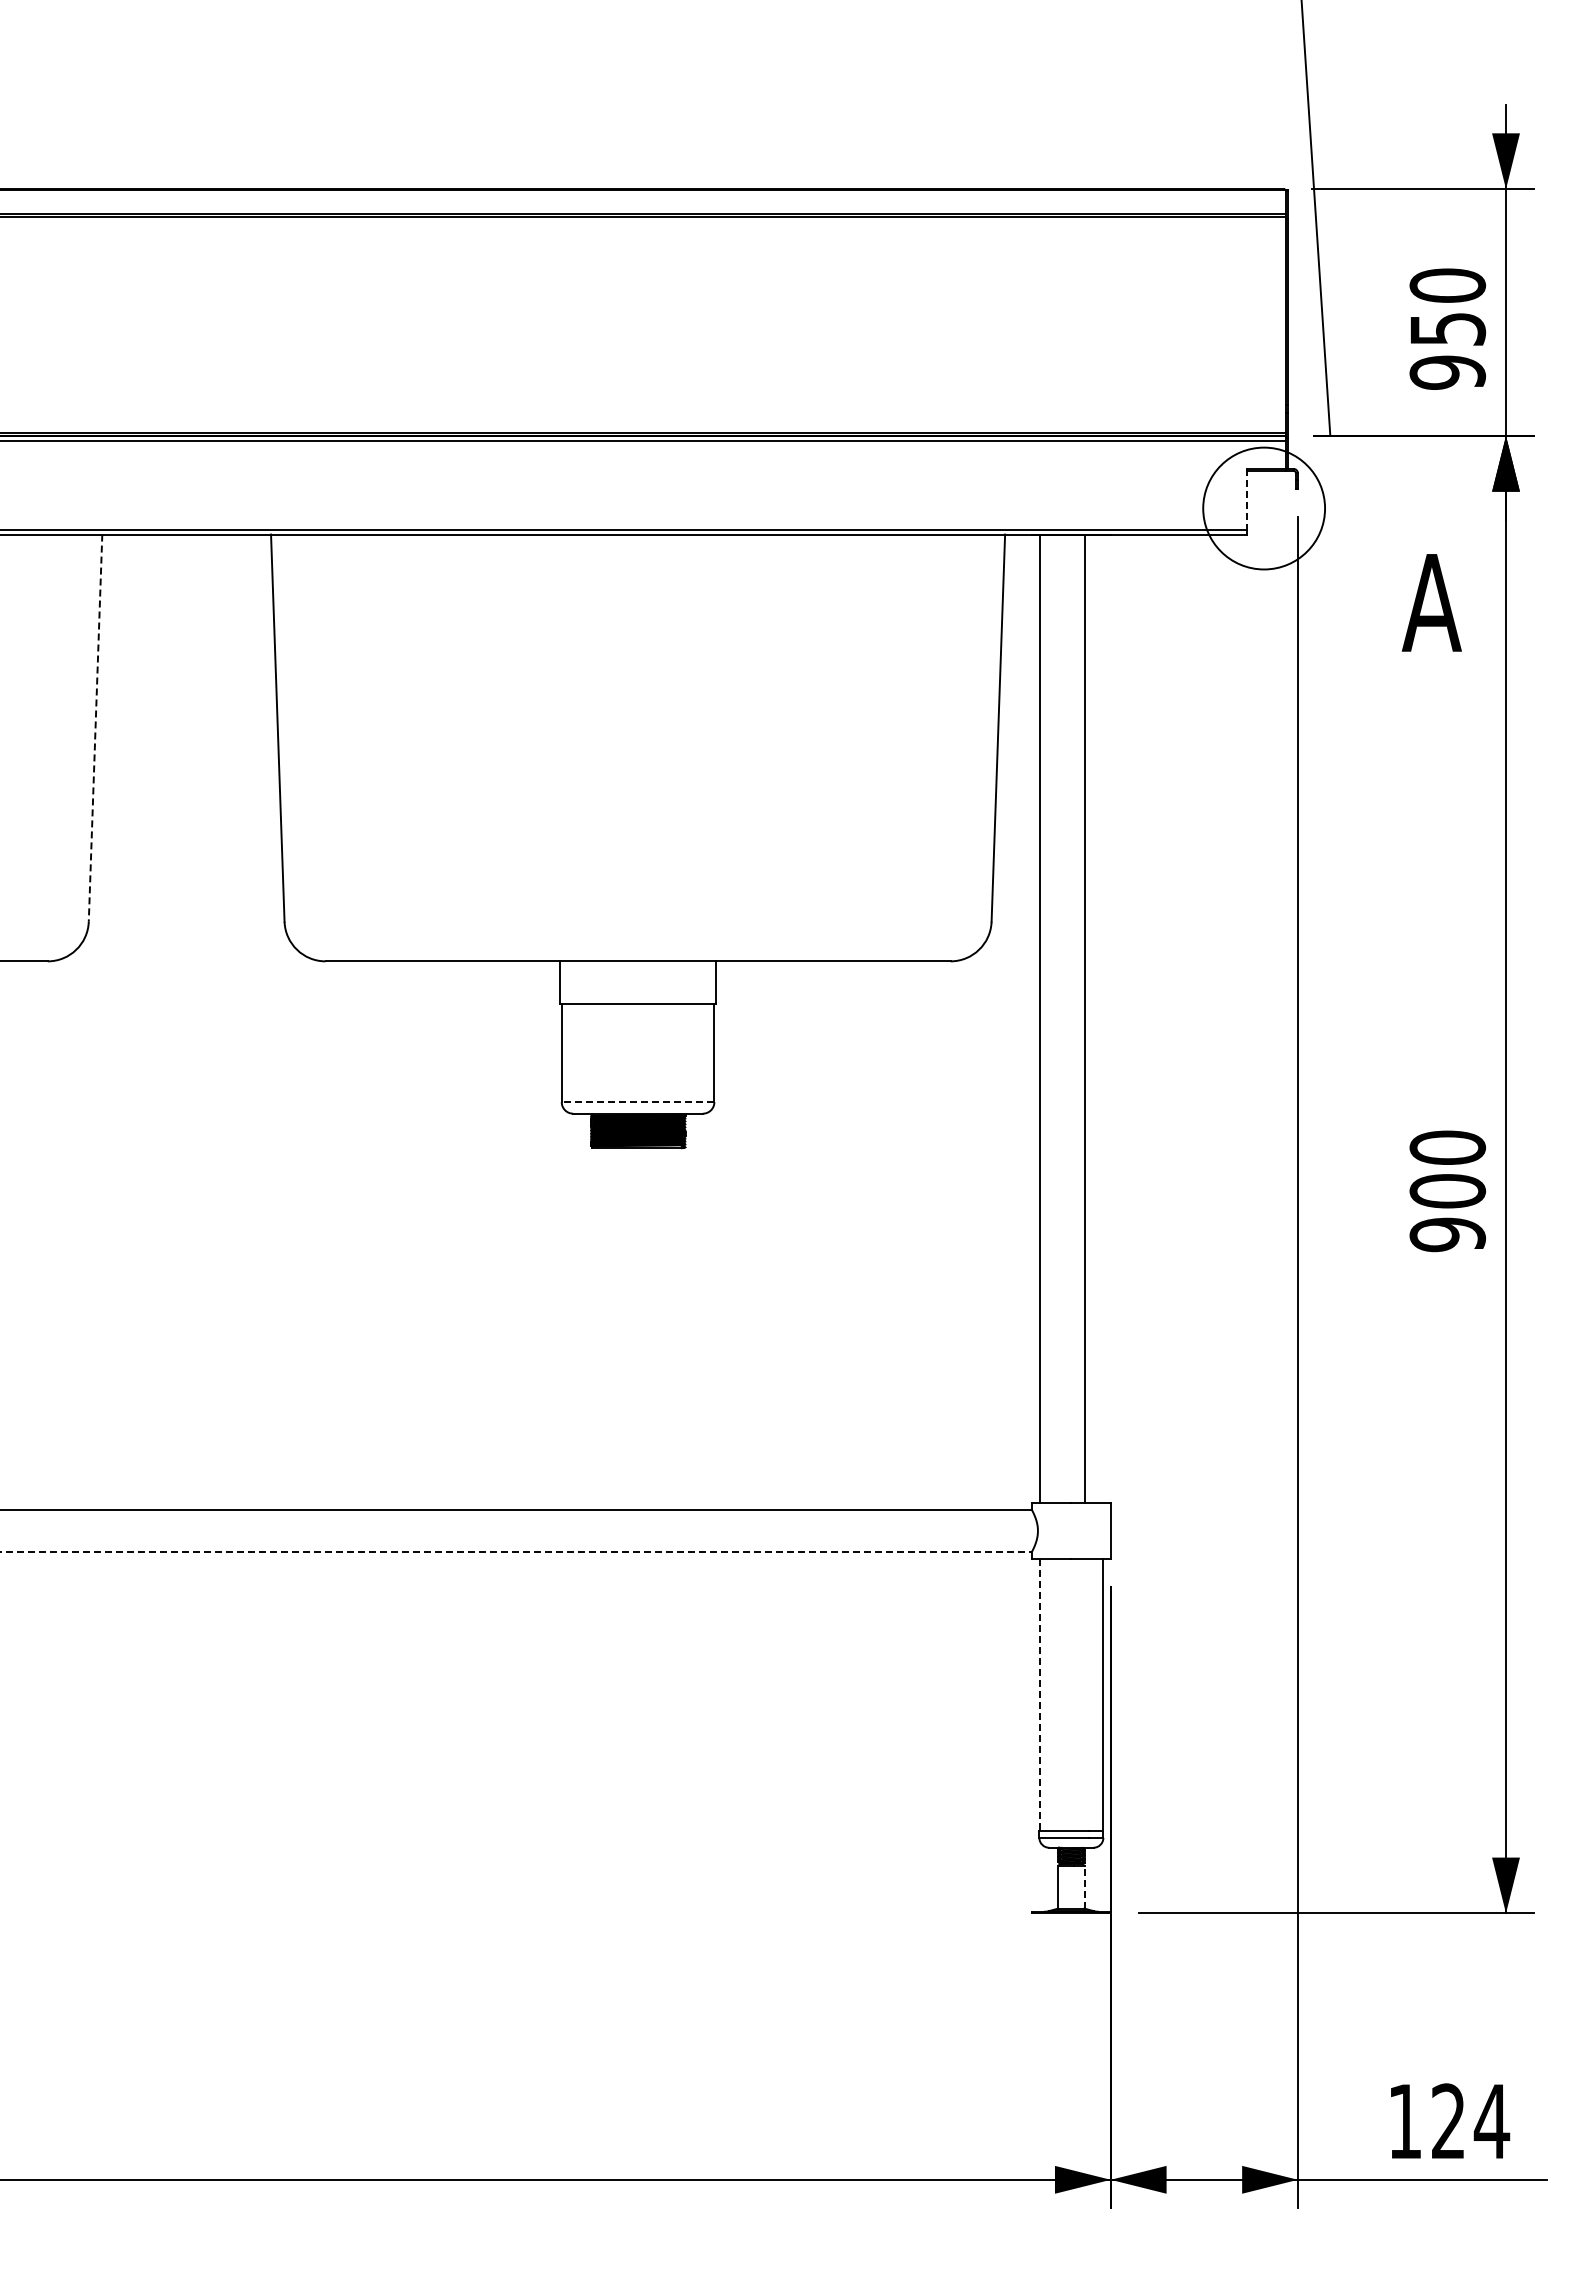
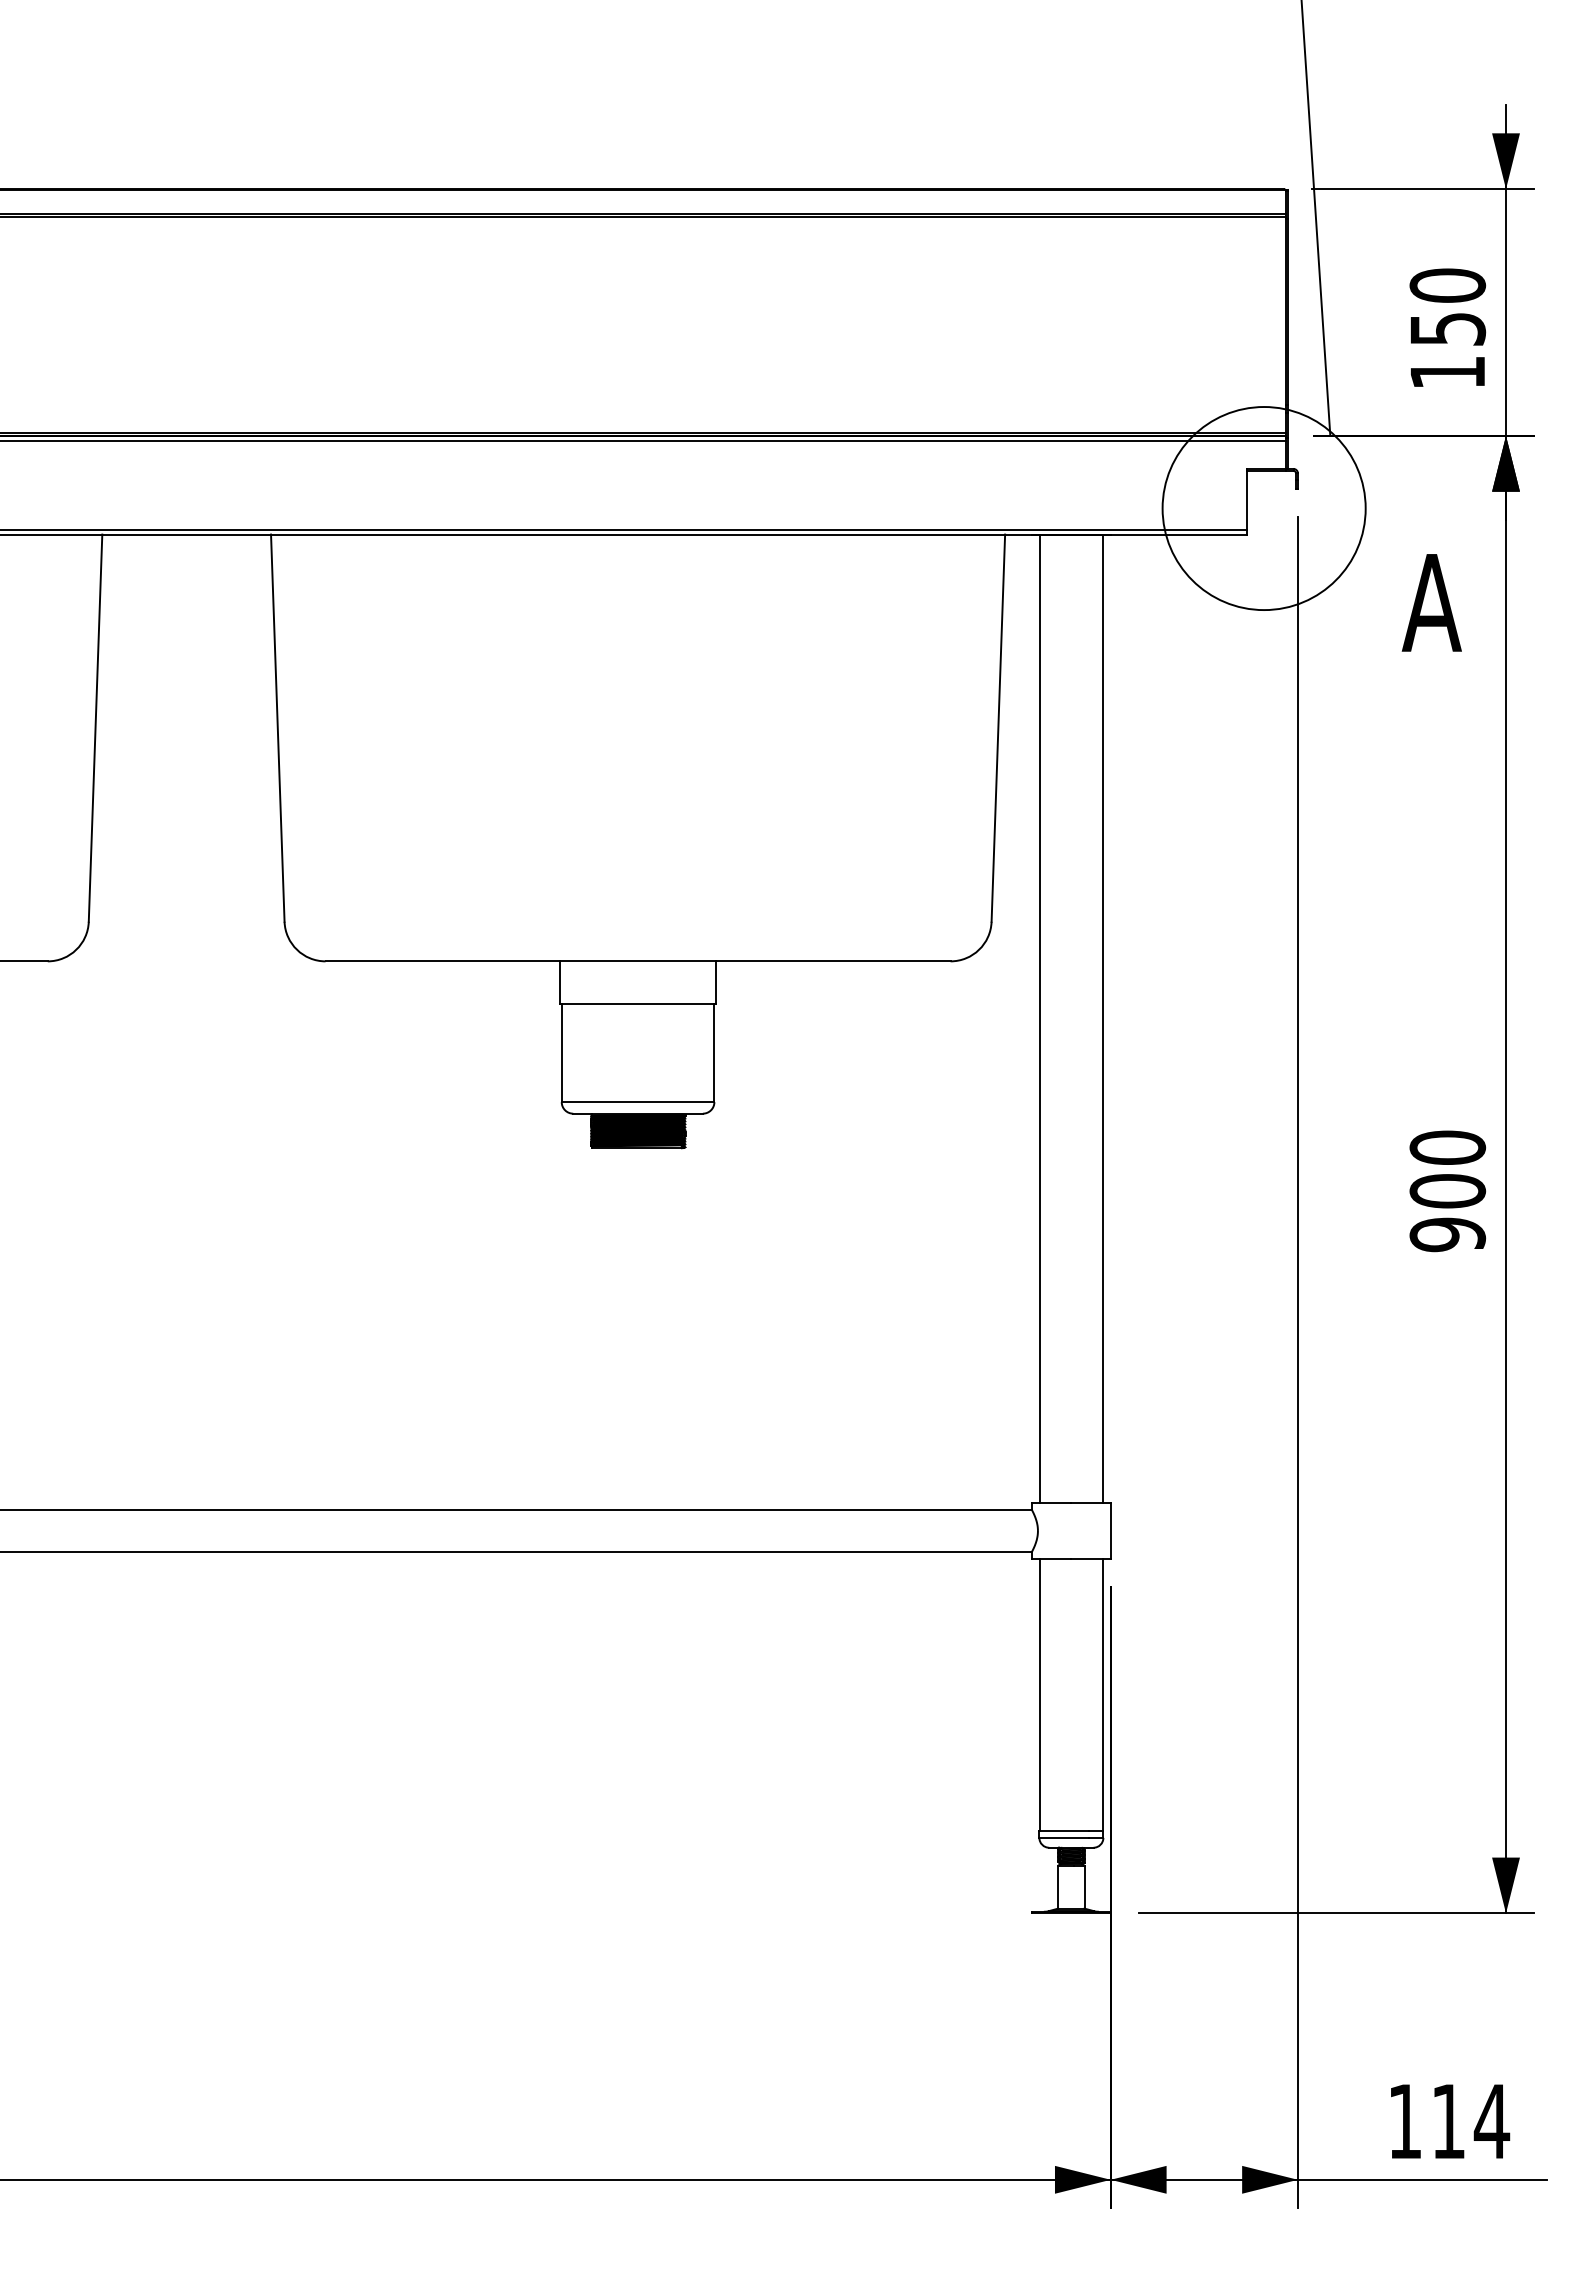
text at (1447, 372): 950 -> 150
line at (1246, 499): dashed -> solid
circle at (1264, 508) diameter: 122 px -> 203 px
line at (95, 728): dashed -> solid
line at (1084, 1019) position: (1084, 1019) -> (1102, 1019)
line at (637, 1102): dashed -> solid
line at (516, 1551): dashed -> solid
line at (1040, 1695): dashed -> solid
line at (1084, 1887): dashed -> solid
text at (1448, 2120): 124 -> 114
